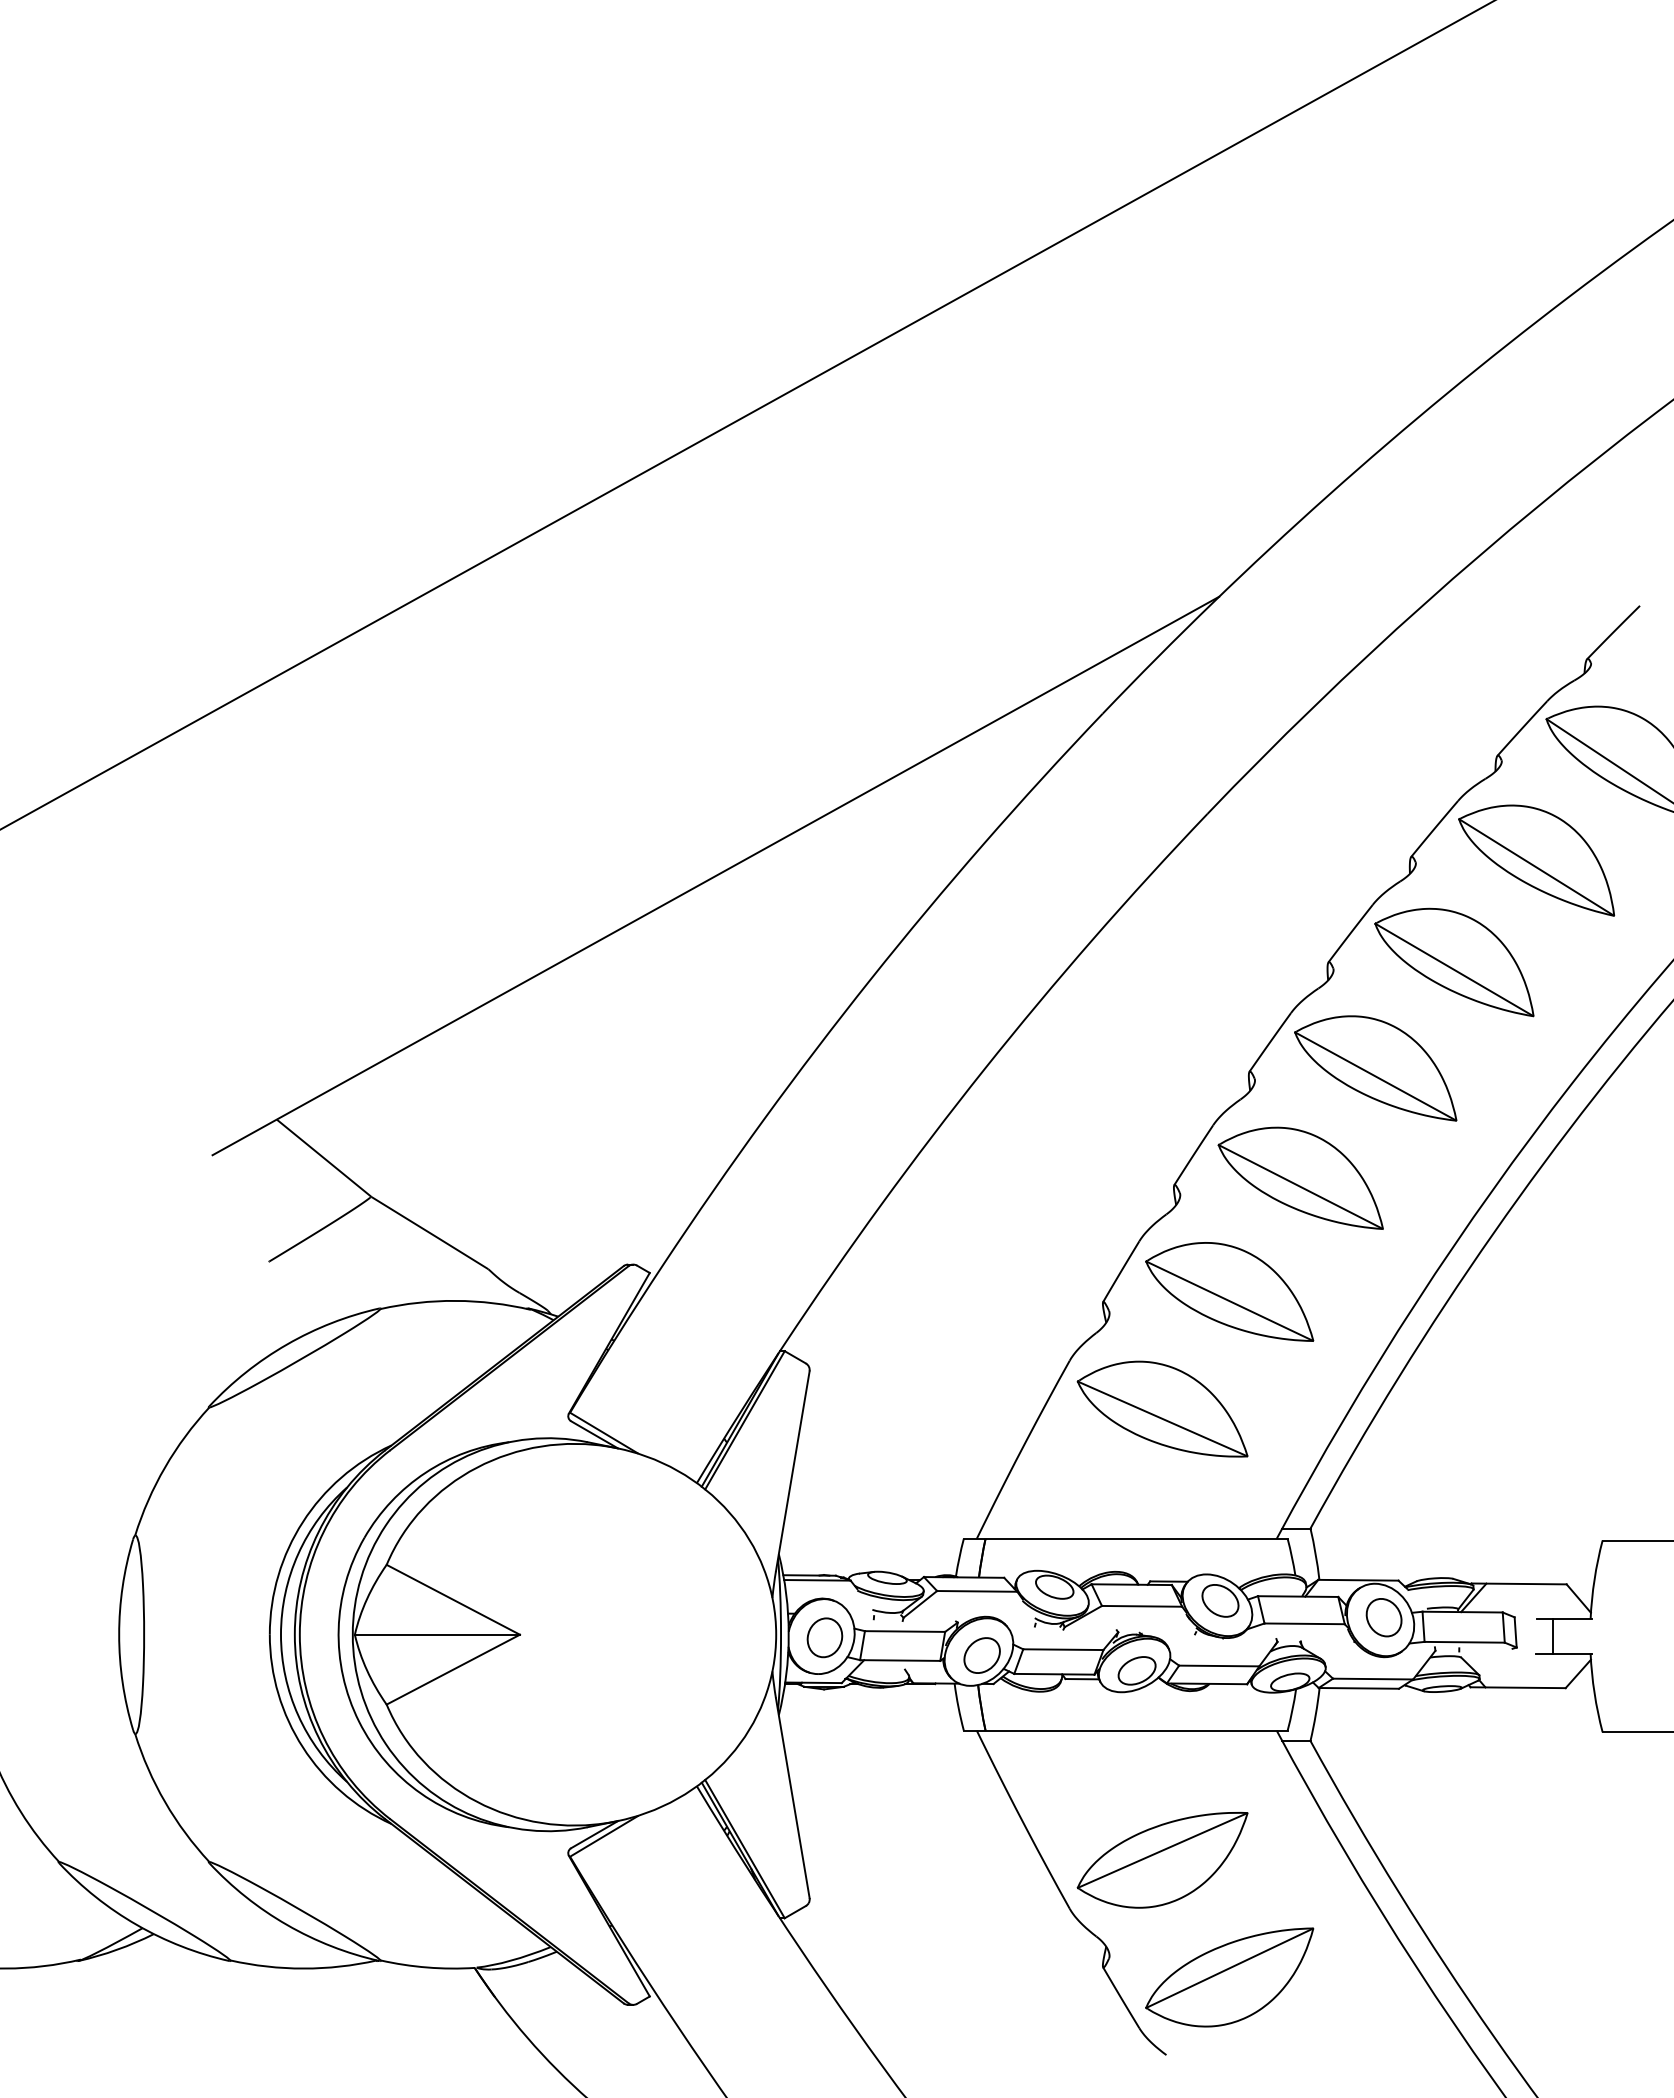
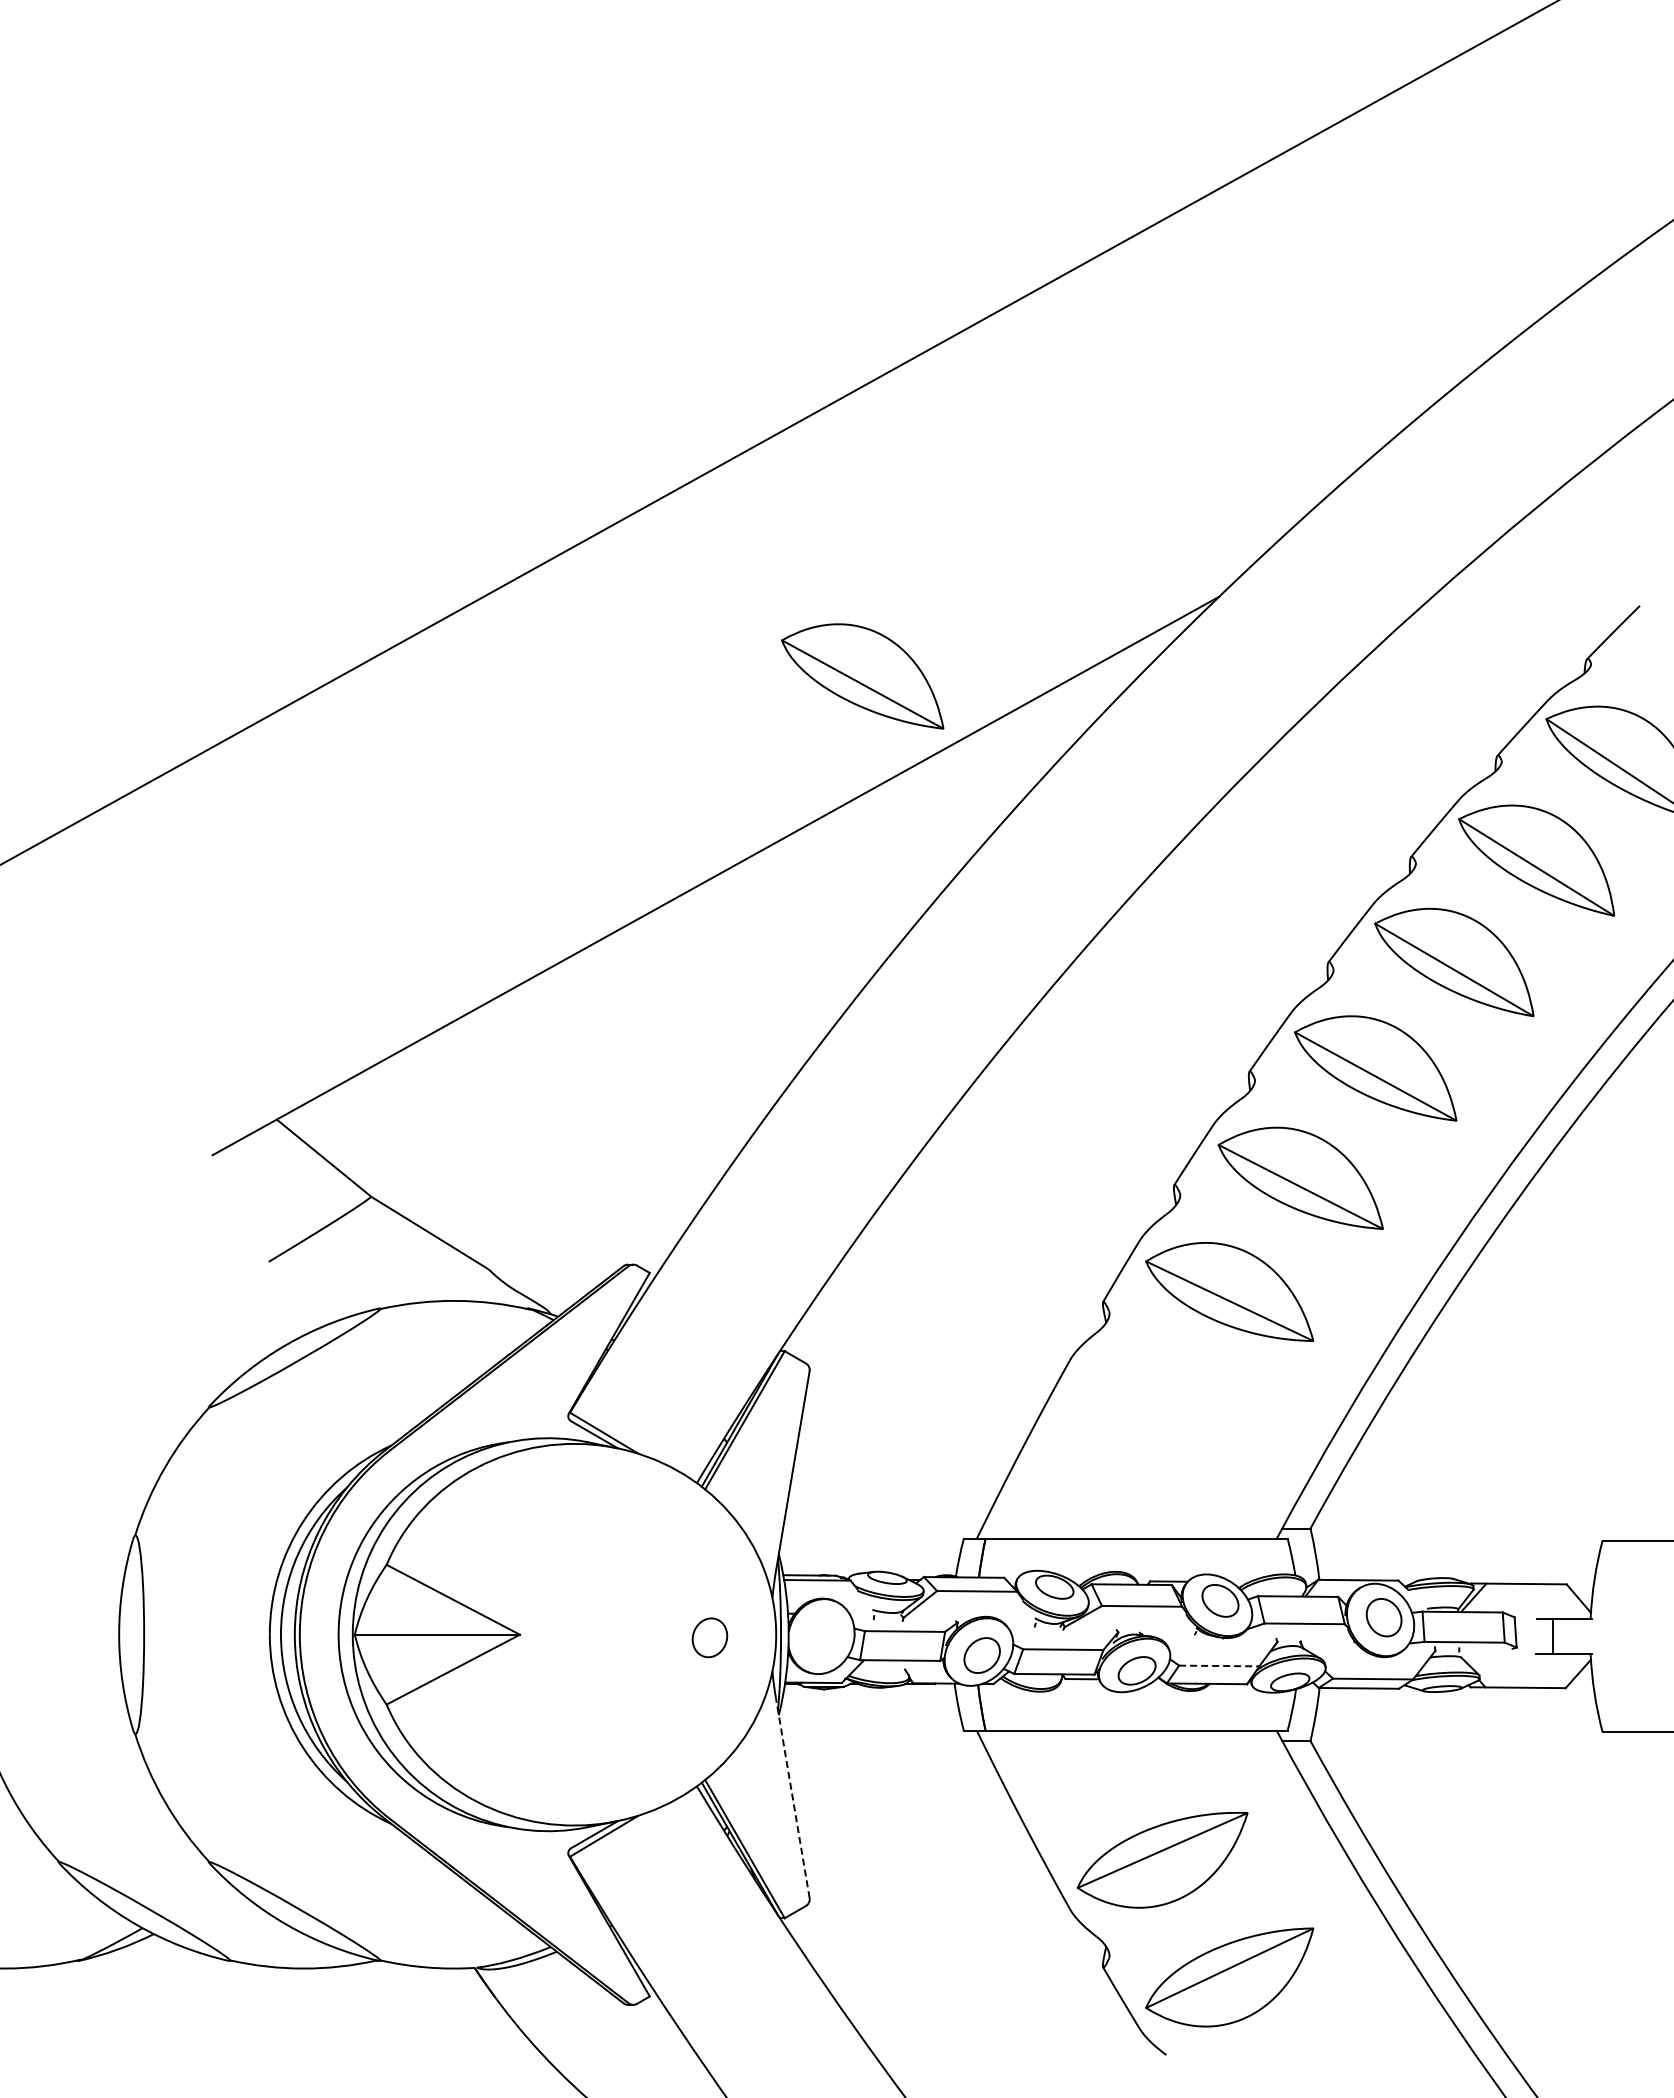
line at (746, 415) position: (746, 415) -> (778, 432)
part at (862, 676): none -> present
part at (1162, 1408): present -> none
part at (824, 1637) position: (824, 1637) -> (709, 1637)
line at (1219, 1666): solid -> dashed
line at (792, 1797): solid -> dashed
